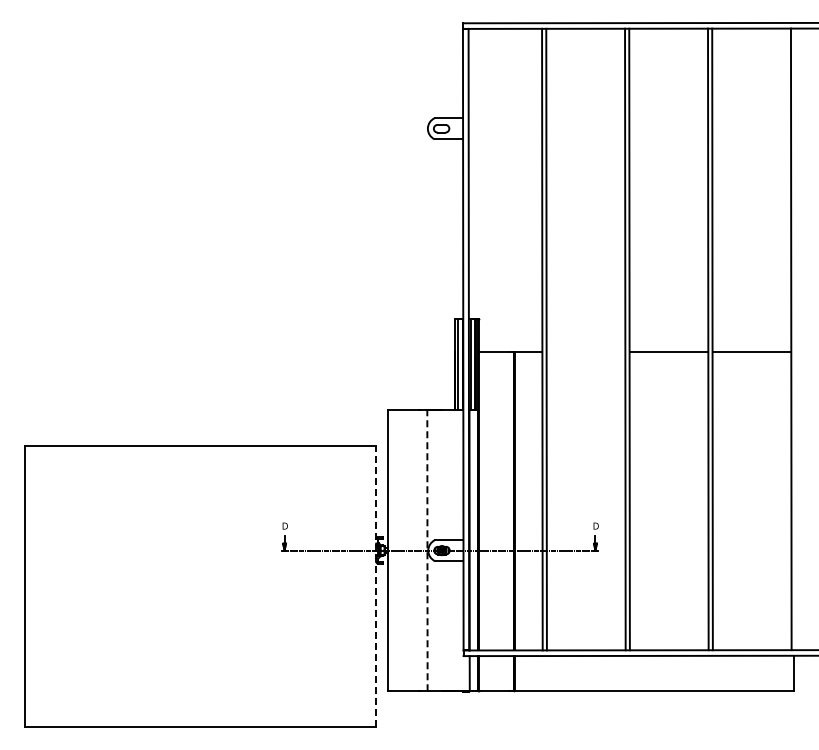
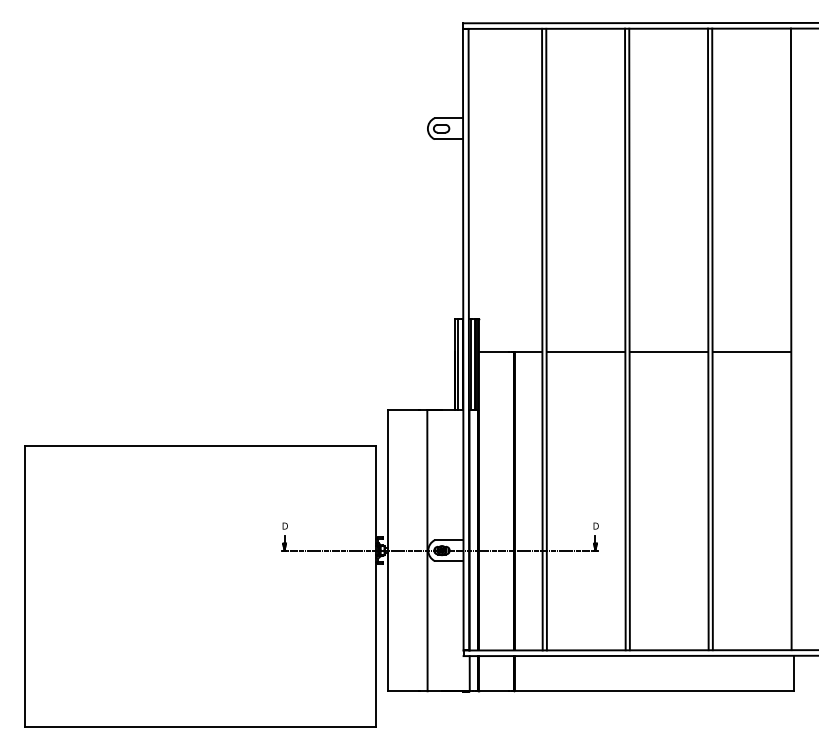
line at (585, 352): none -> present
line at (427, 550): dashed -> solid
line at (376, 586): dashed -> solid
